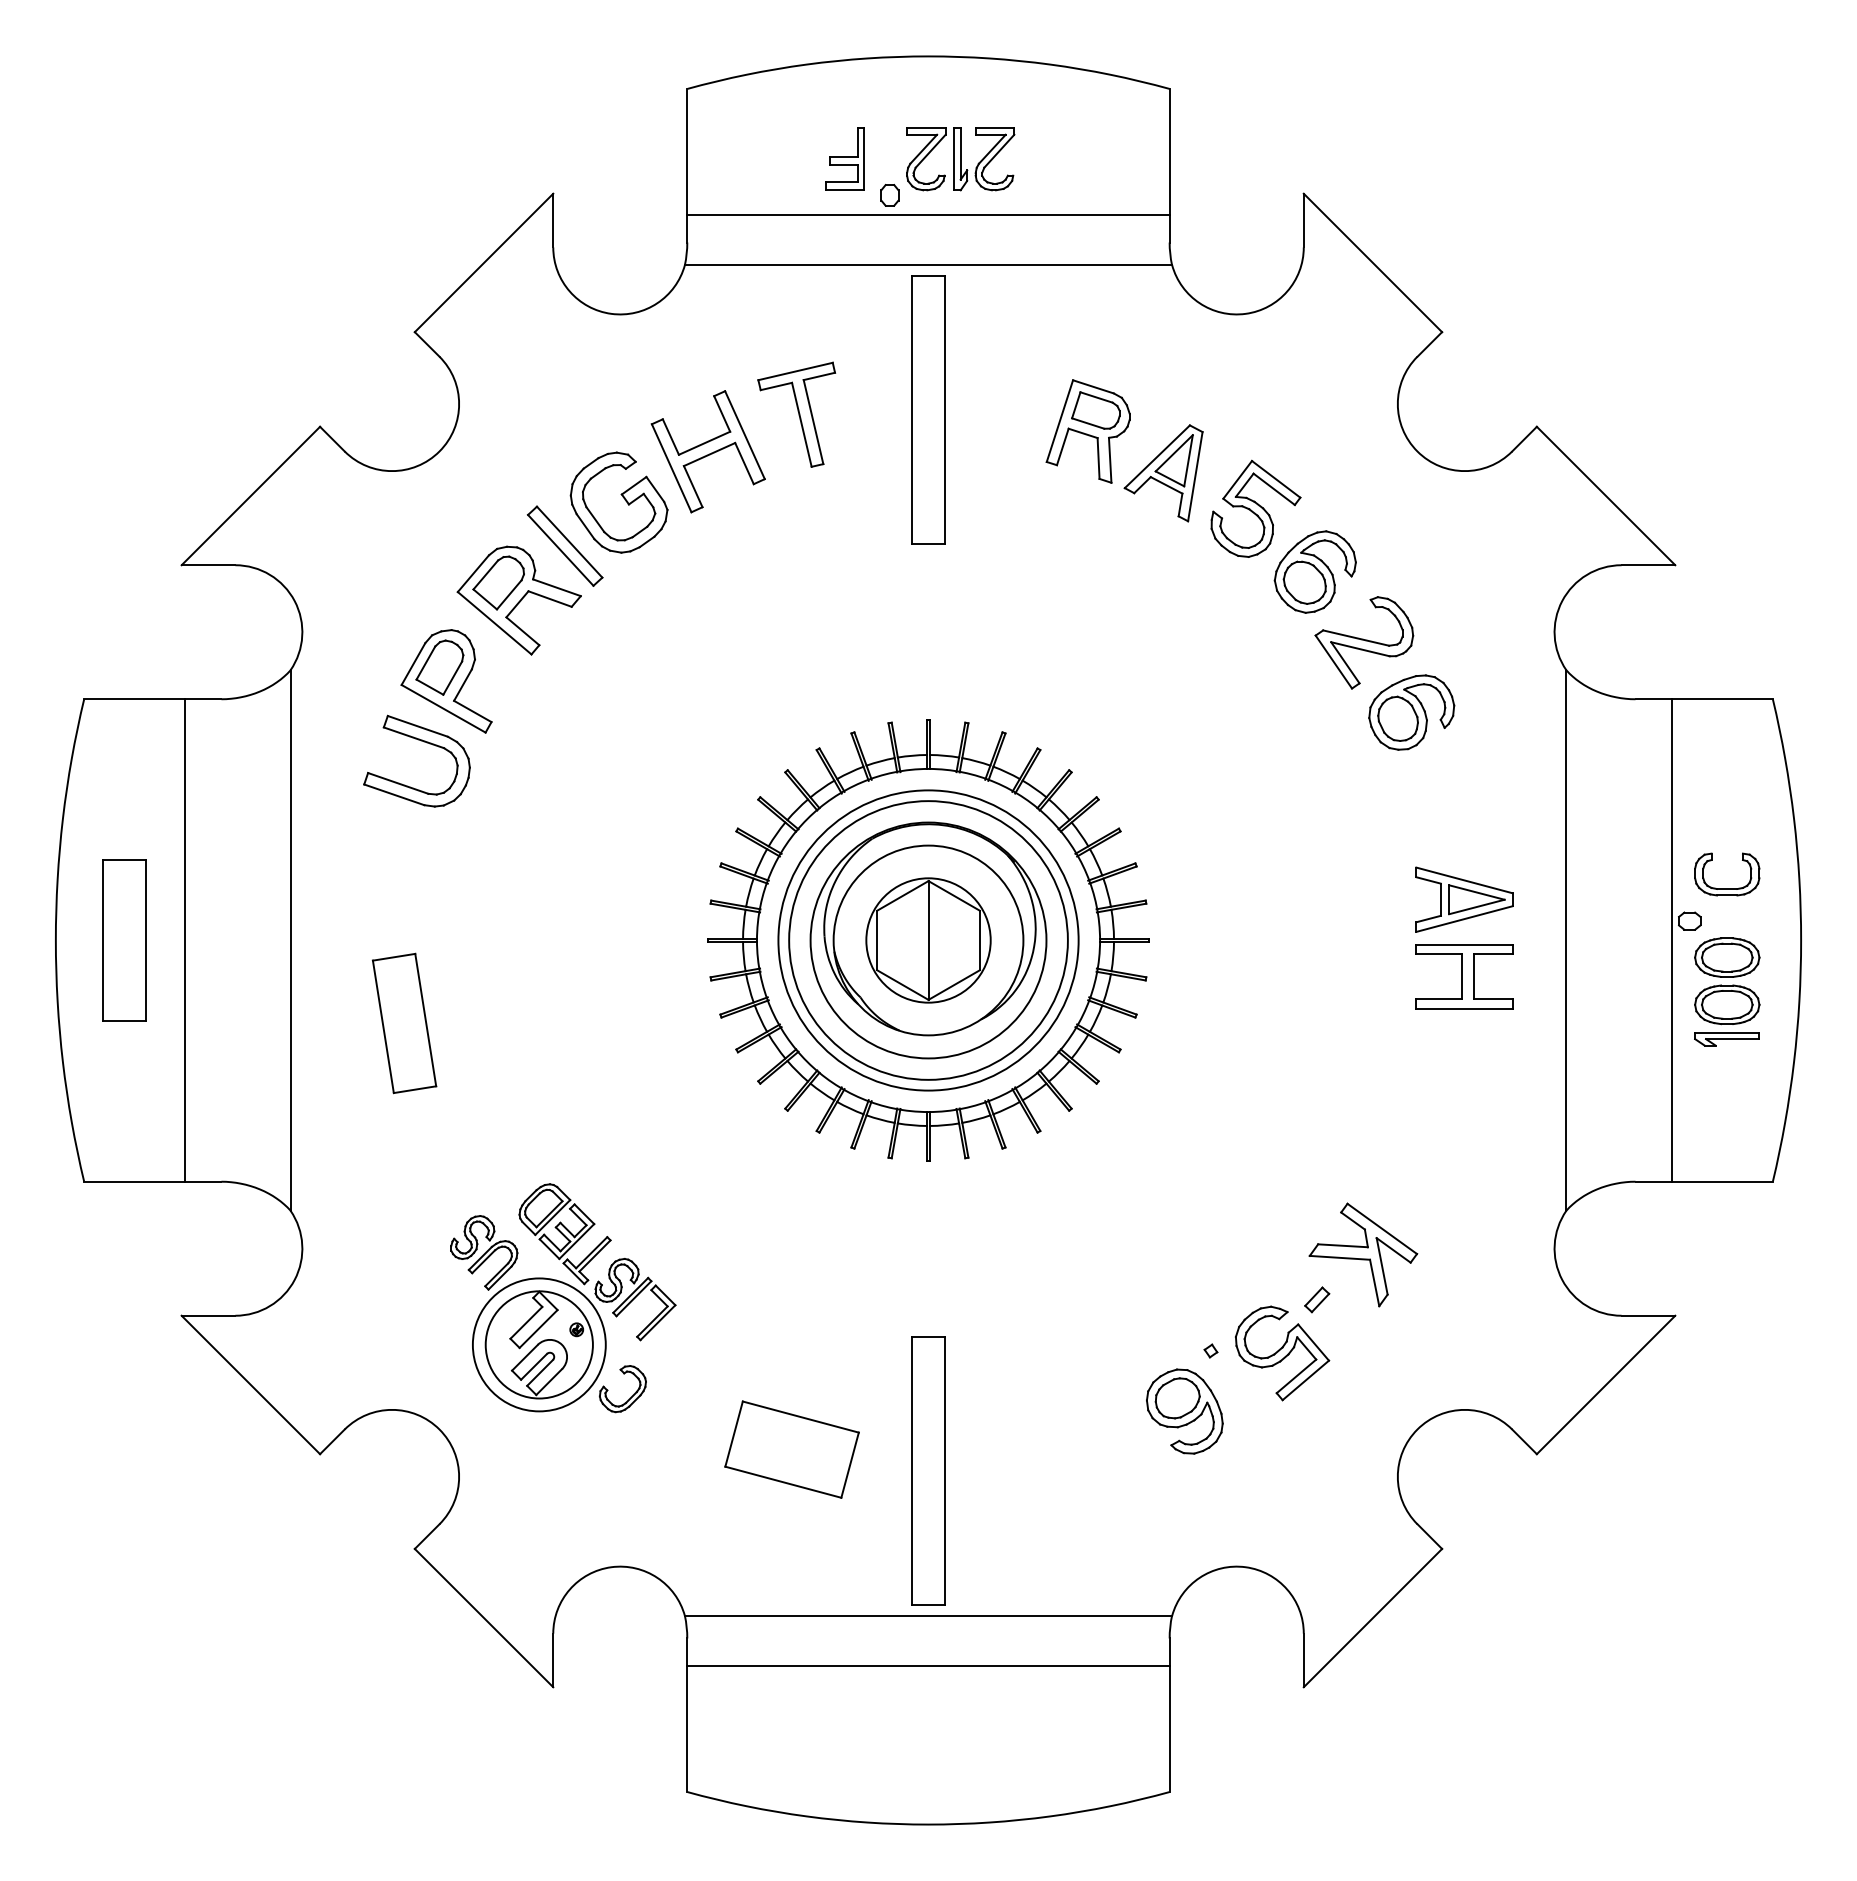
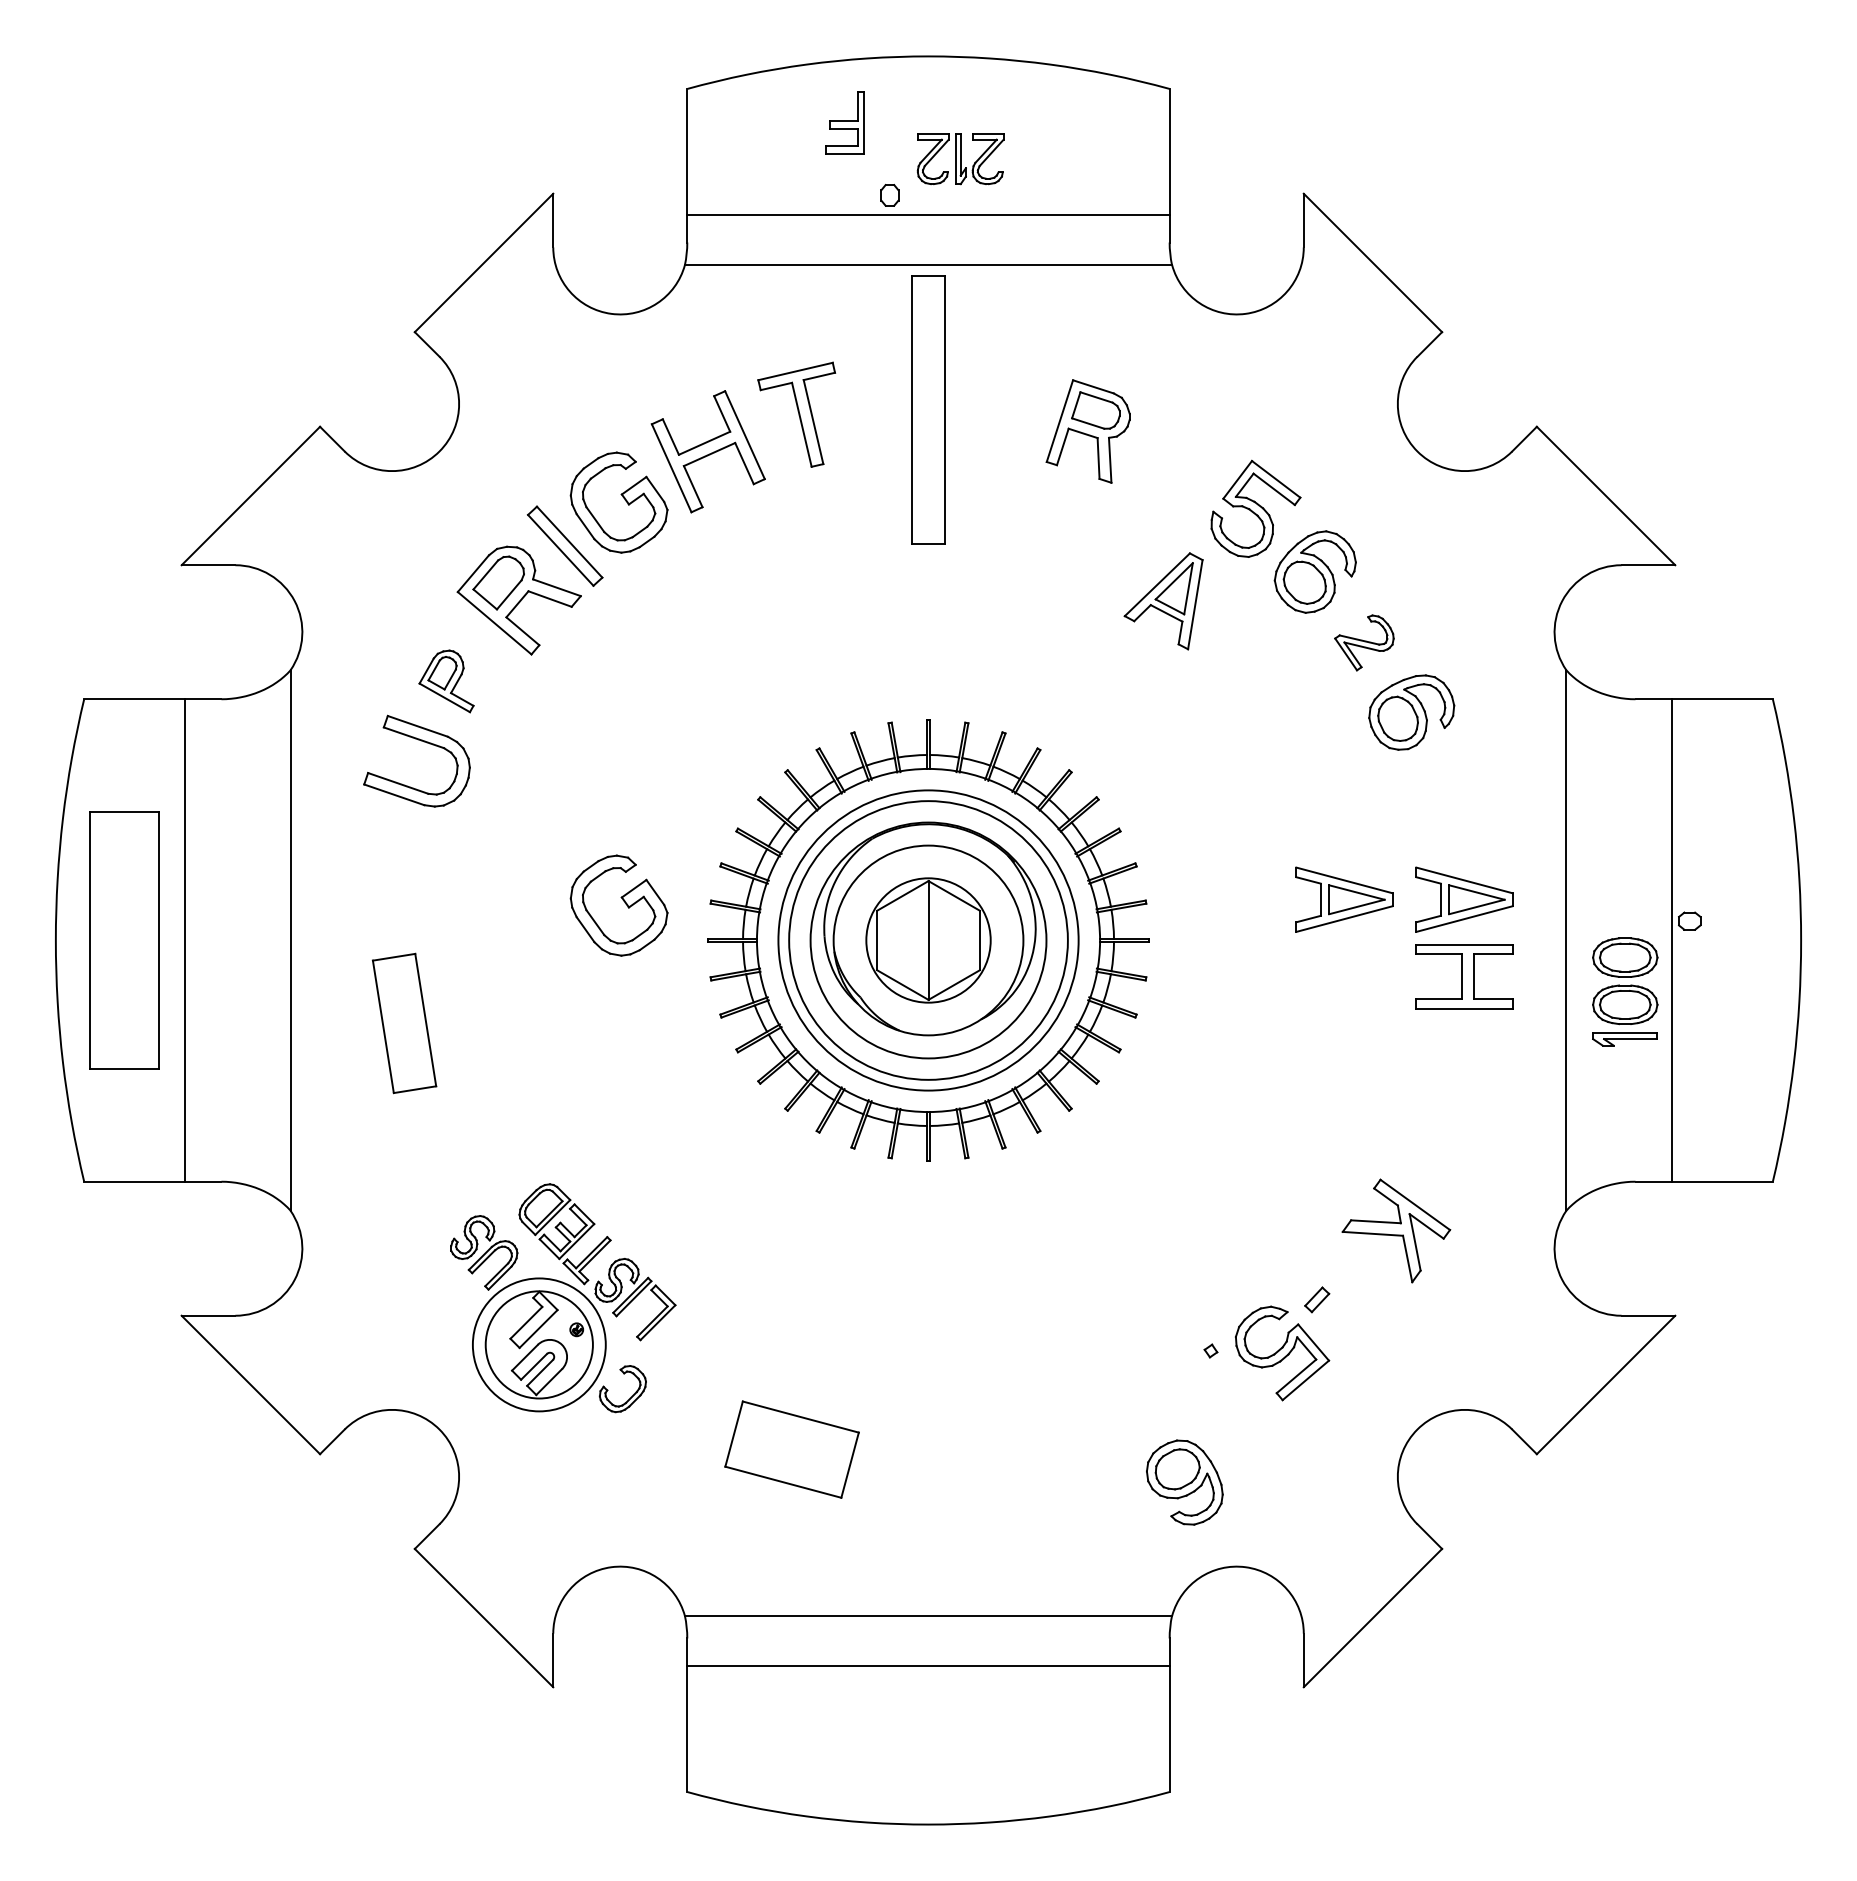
part at (844, 158) position: (844, 158) -> (844, 122)
part at (960, 159) size: 110x65 px -> 89x53 px
part at (1163, 473) position: (1163, 473) -> (1163, 601)
part at (1364, 642) size: 101x94 px -> 61x58 px
part at (446, 681) size: 93x105 px -> 57x65 px
part at (1727, 888): present -> none
part at (1344, 899): none -> present
part at (622, 900): none -> present
part at (124, 940) size: 45x163 px -> 71x259 px
part at (1727, 991) position: (1727, 991) -> (1625, 991)
part at (1363, 1254) position: (1363, 1254) -> (1396, 1230)
part at (1184, 1411) position: (1184, 1411) -> (1184, 1482)
part at (928, 1470): present -> none
